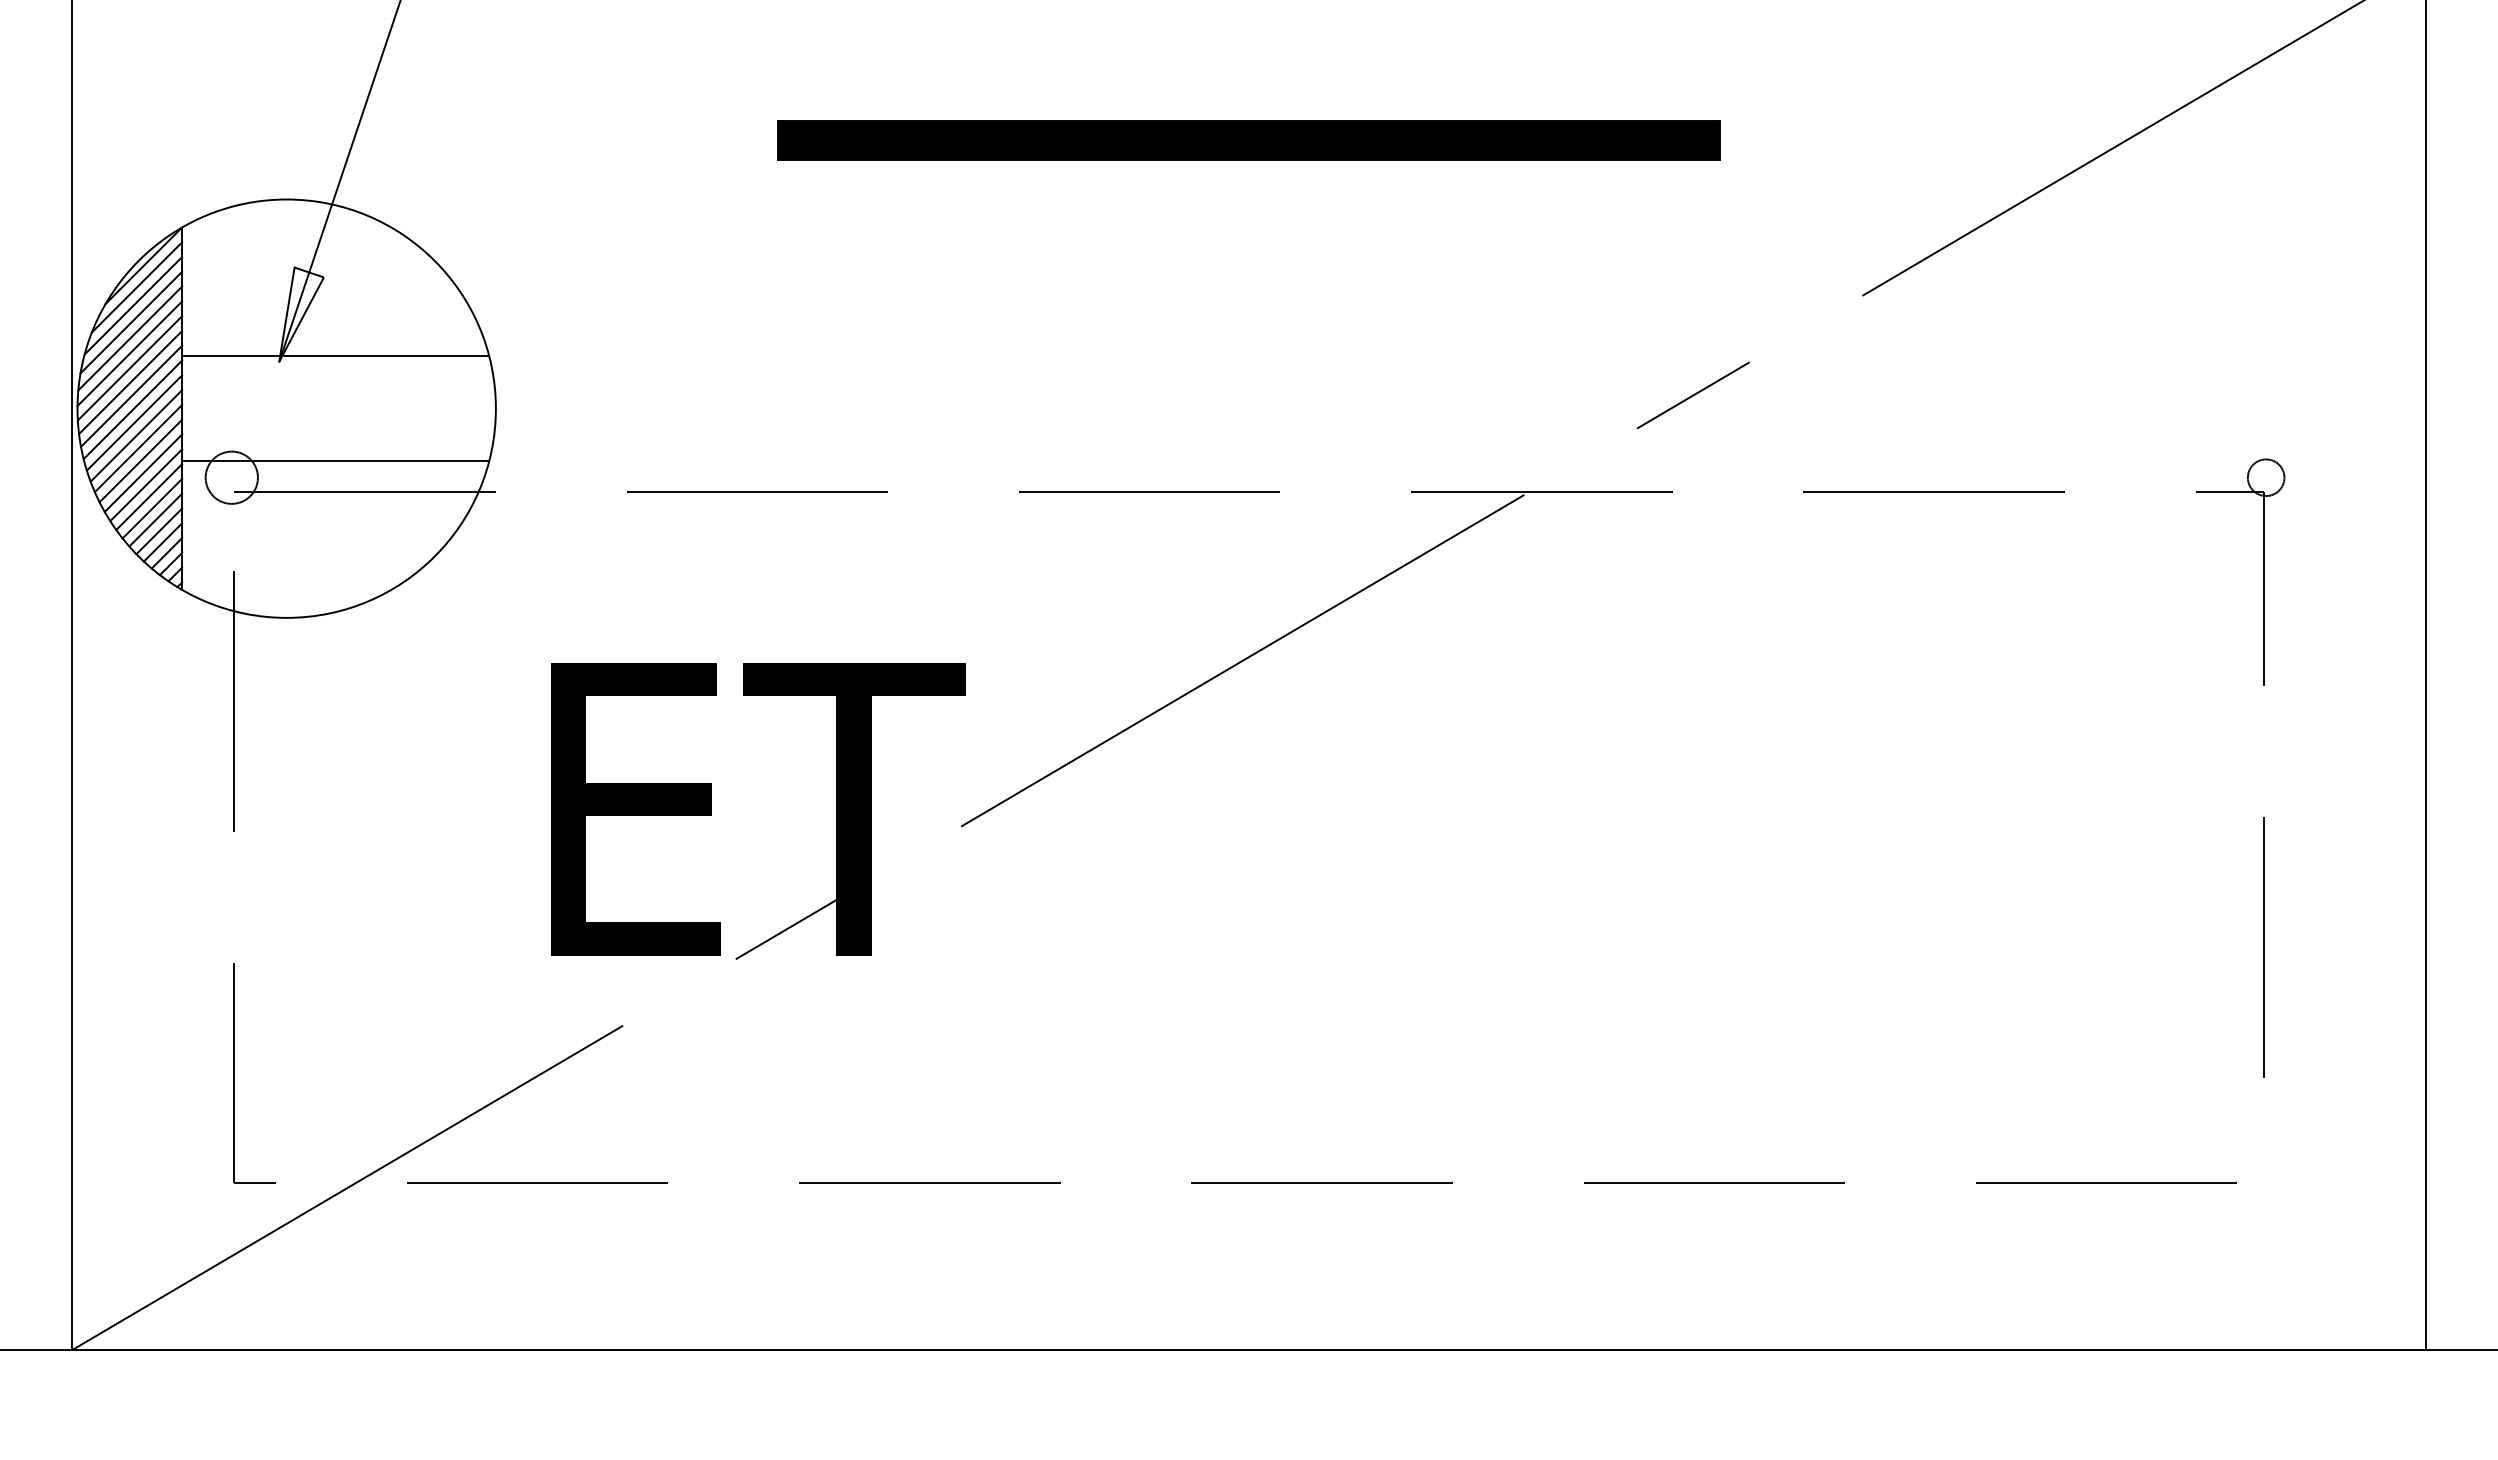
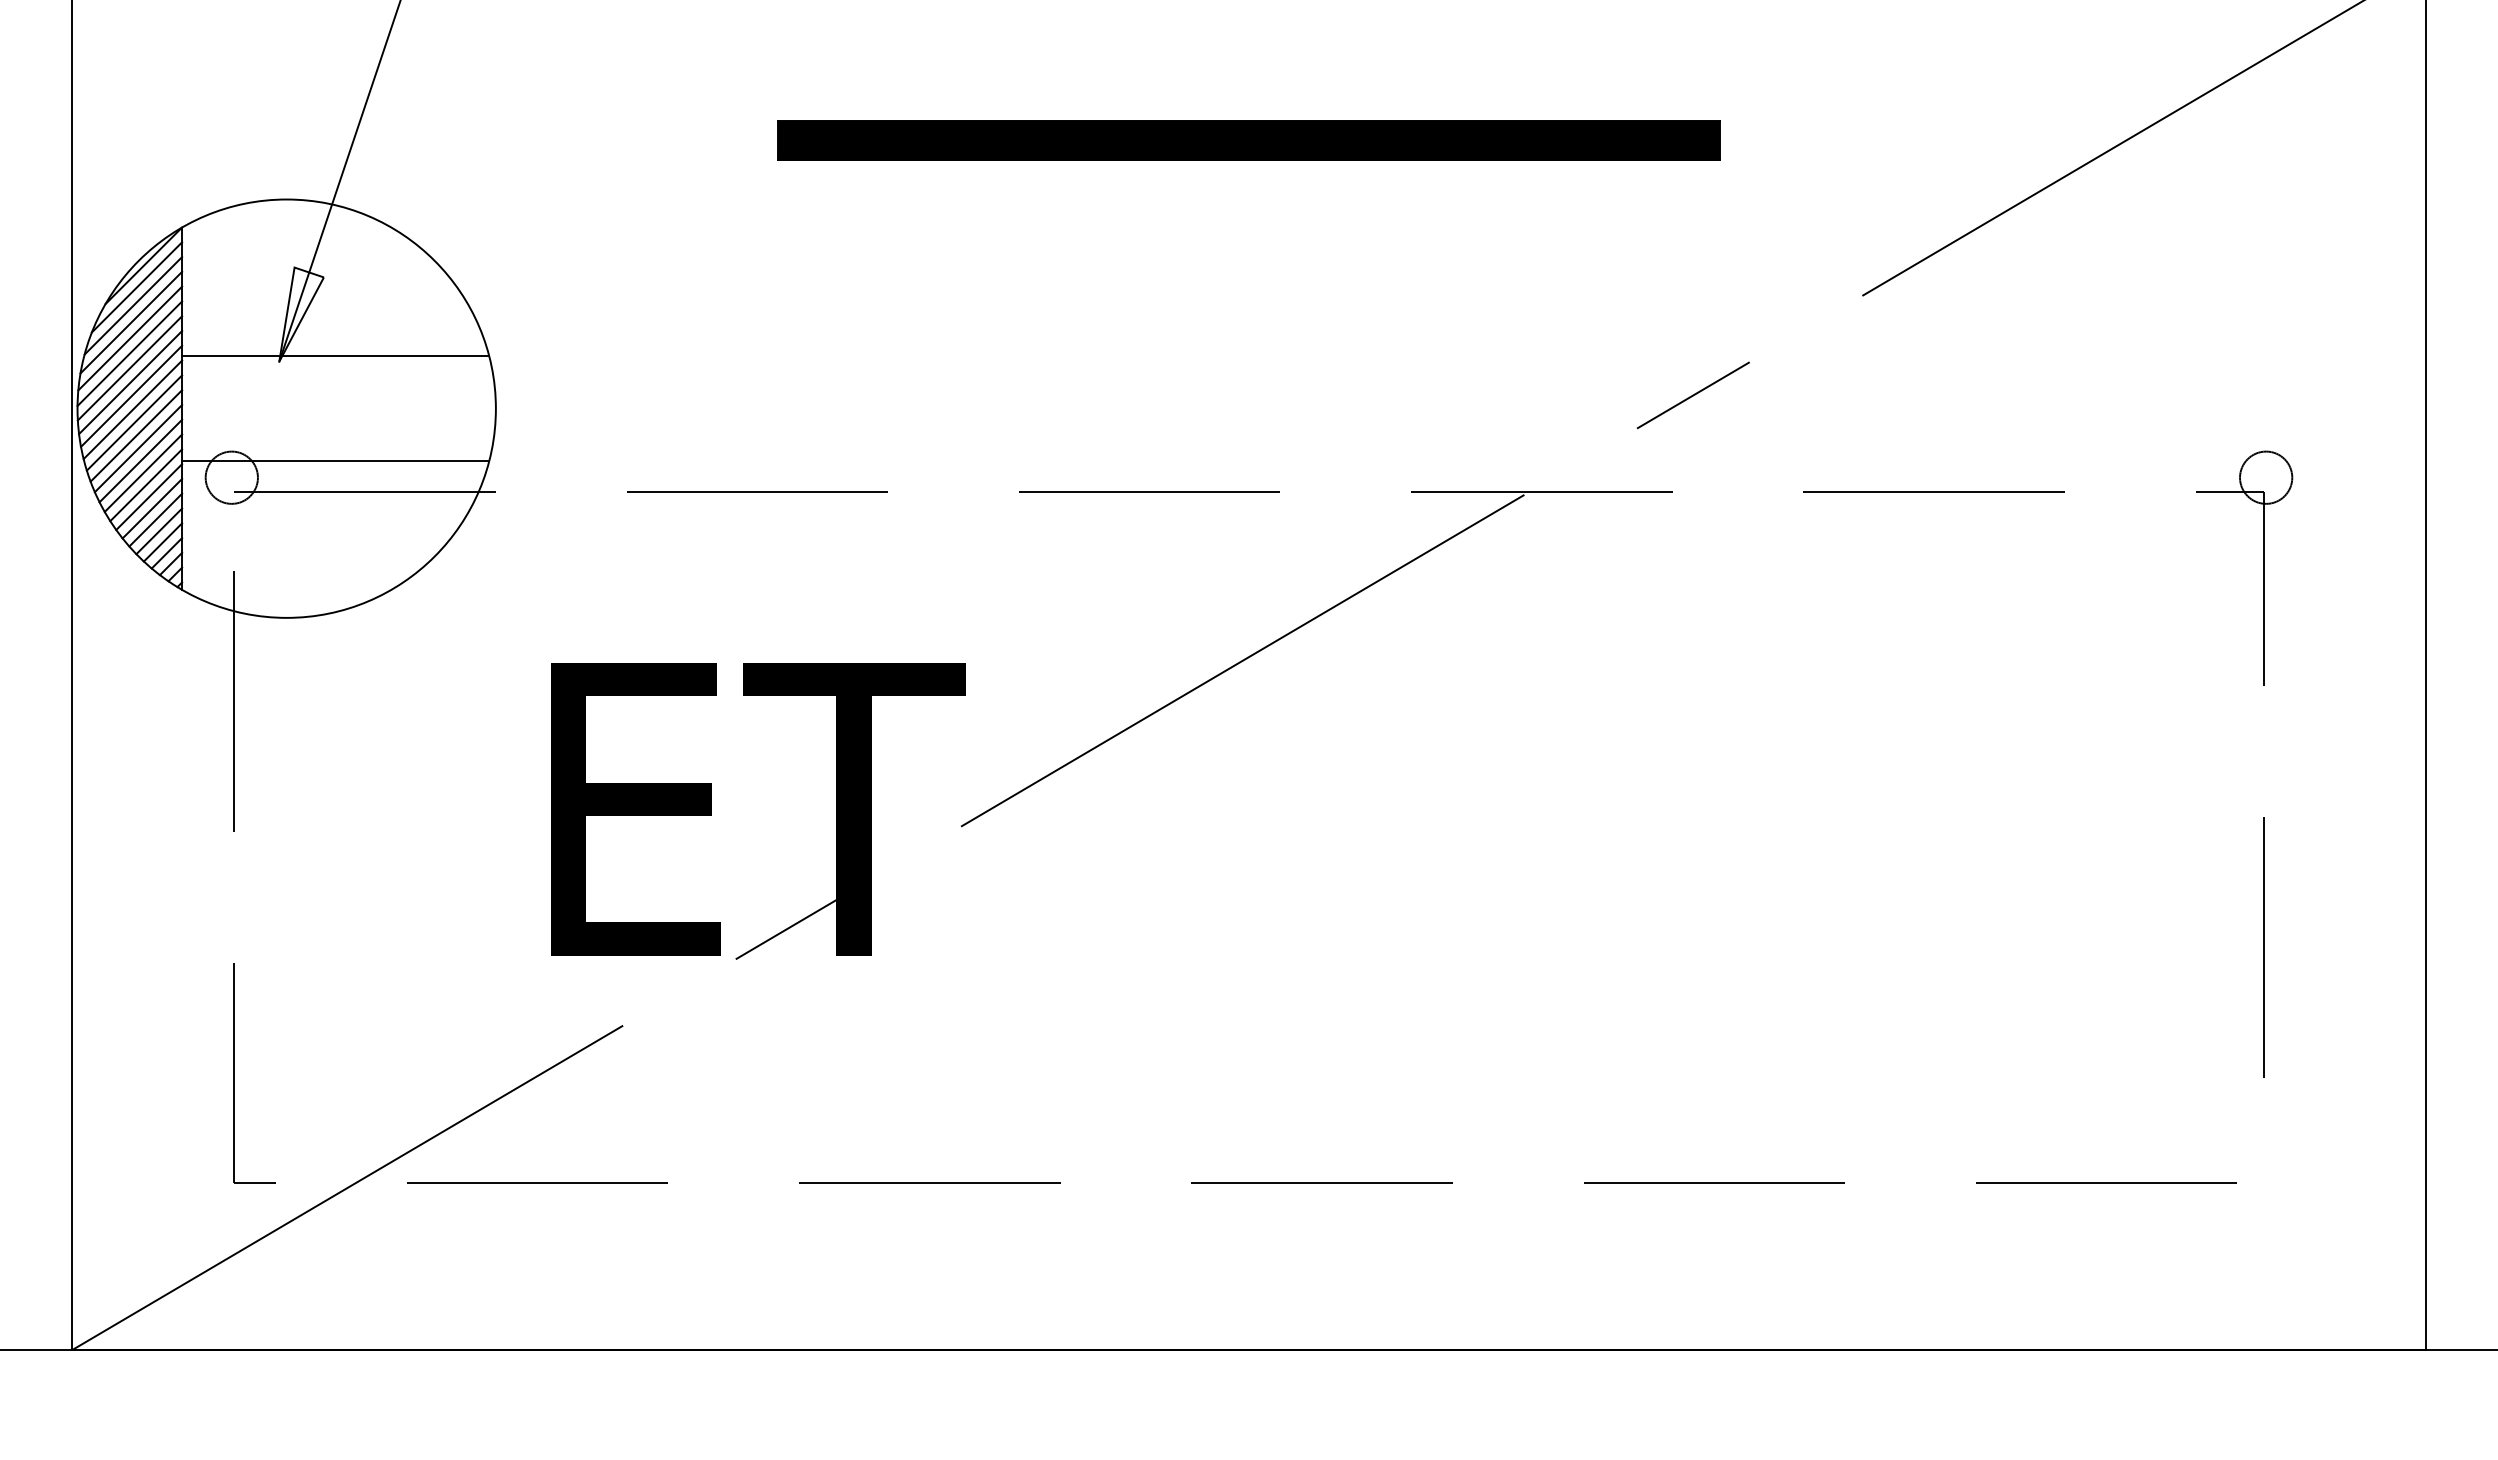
circle at (2265, 477) diameter: 37 px -> 52 px
